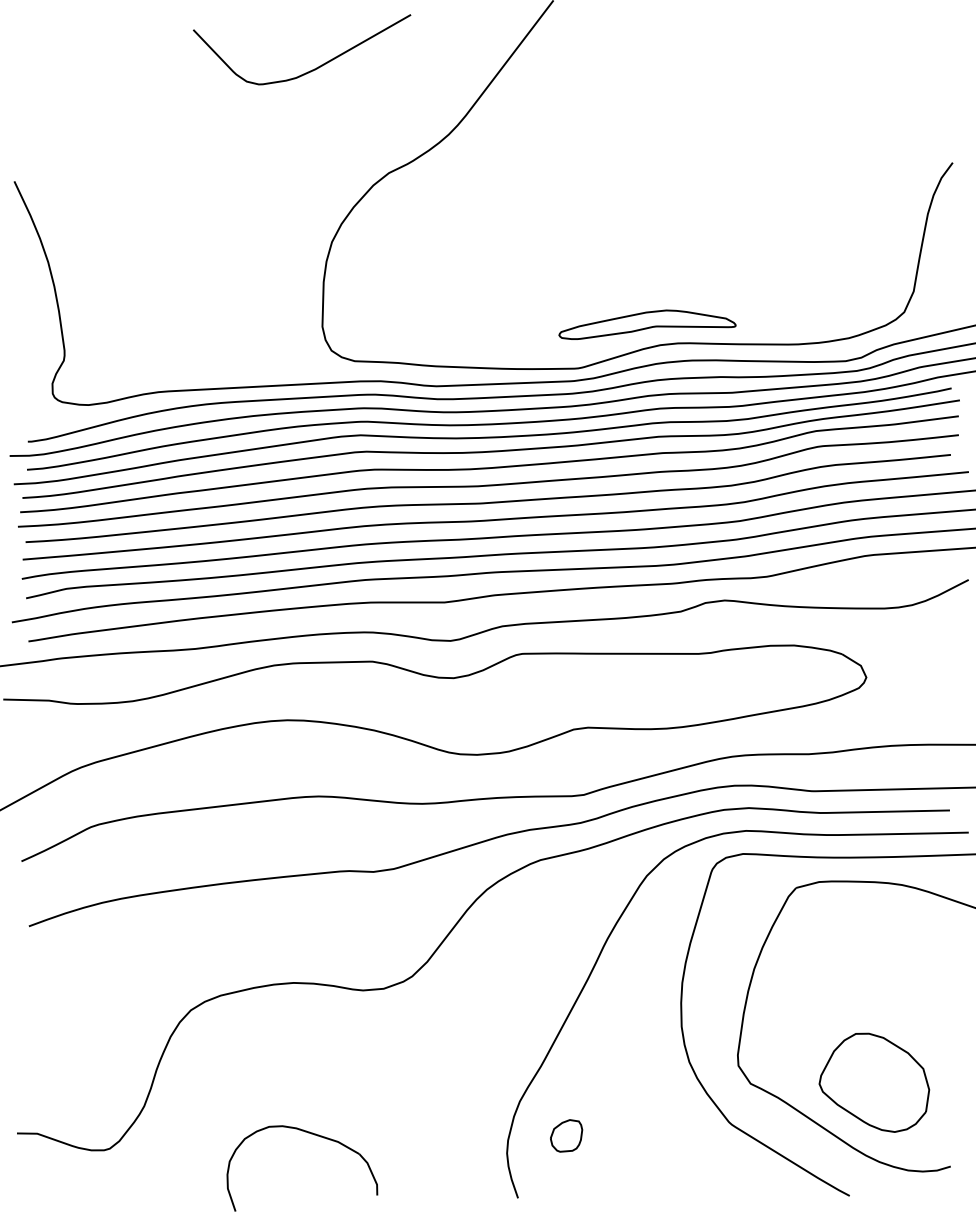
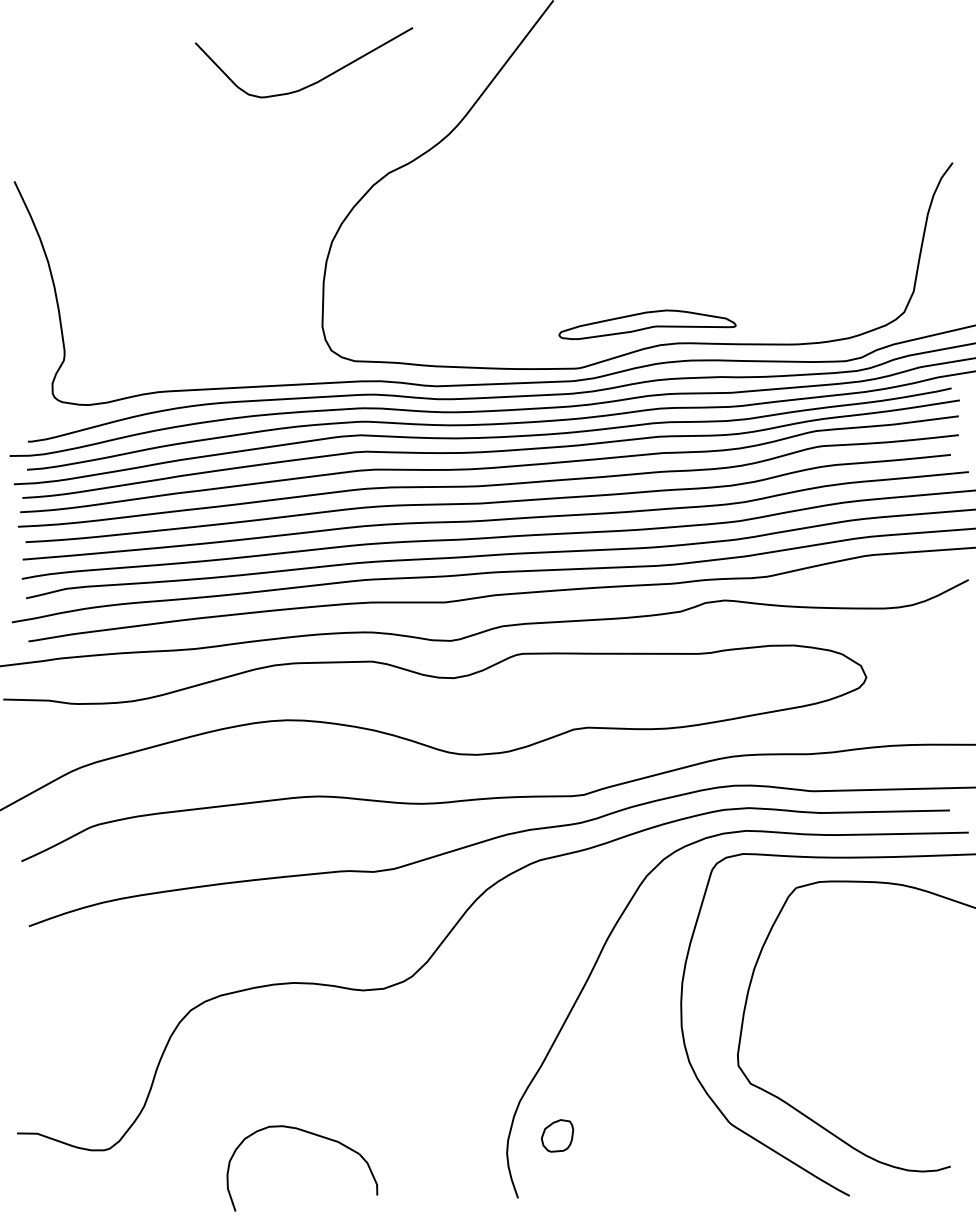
curve at (312, 69) position: (312, 69) -> (314, 82)
part at (874, 1082): present -> none
part at (566, 1135) position: (566, 1135) -> (557, 1135)
